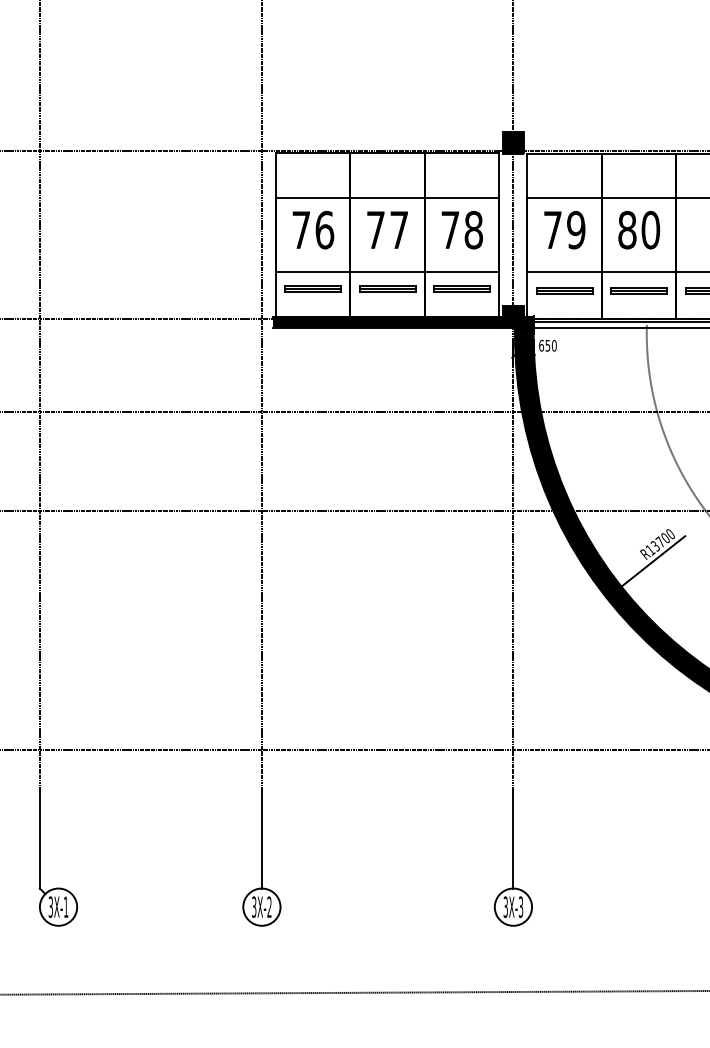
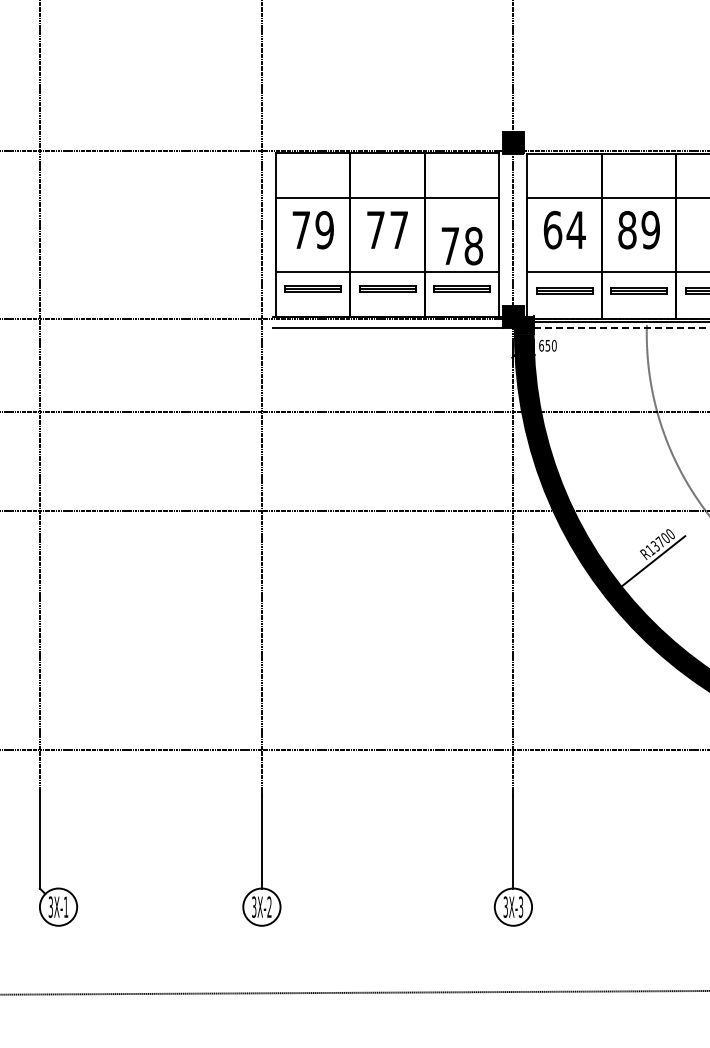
text at (324, 229): 76 -> 79
text at (564, 229): 79 -> 64
text at (461, 230) position: (461, 230) -> (461, 246)
text at (650, 230): 80 -> 89
fill at (387, 322): present -> none
line at (621, 327): solid -> dashed
